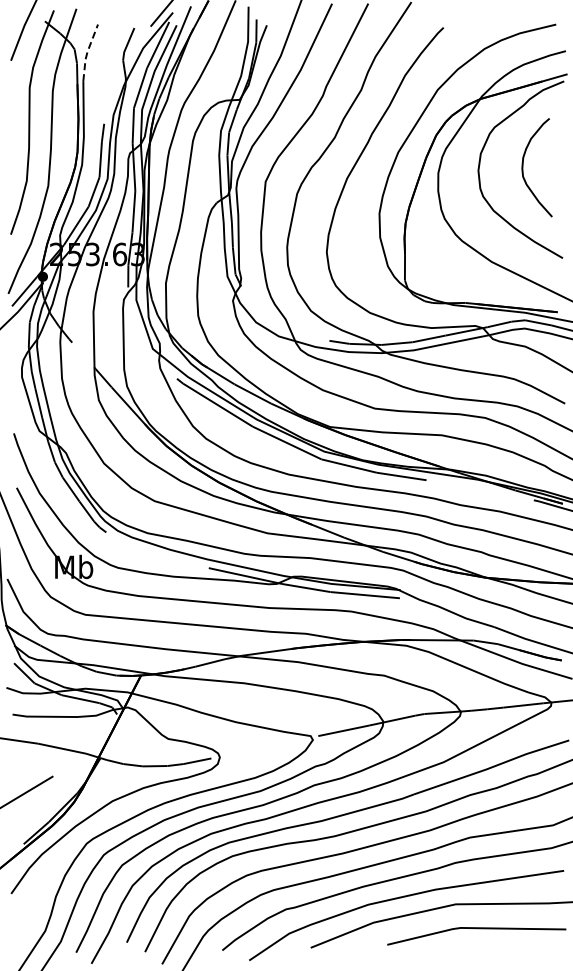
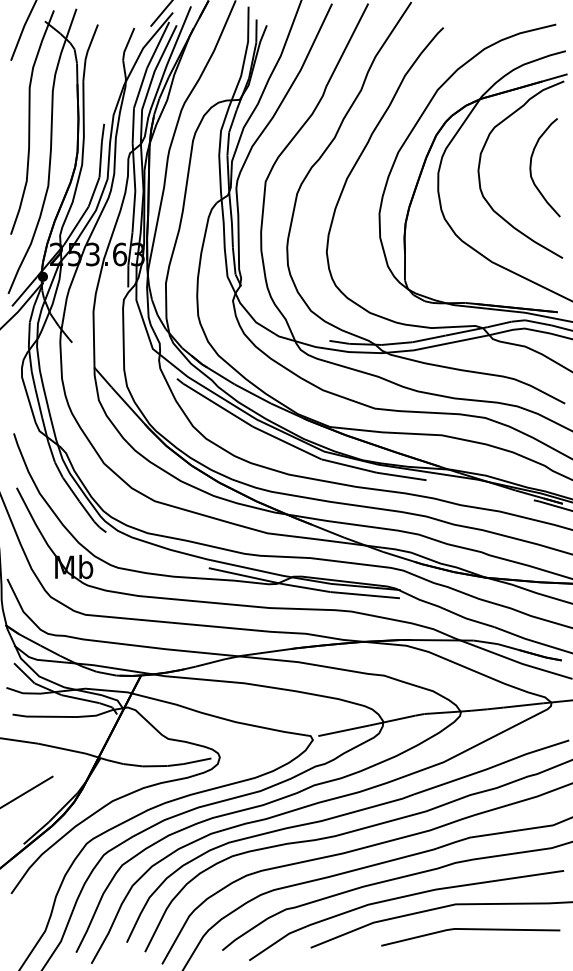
line at (87, 51): dashed -> solid
curve at (523, 167) position: (523, 167) -> (531, 167)
line at (476, 929) position: (476, 929) -> (470, 930)
